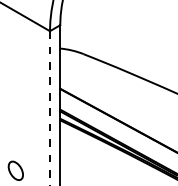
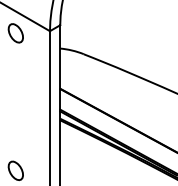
part at (15, 33): none -> present
line at (49, 108): dashed -> solid
